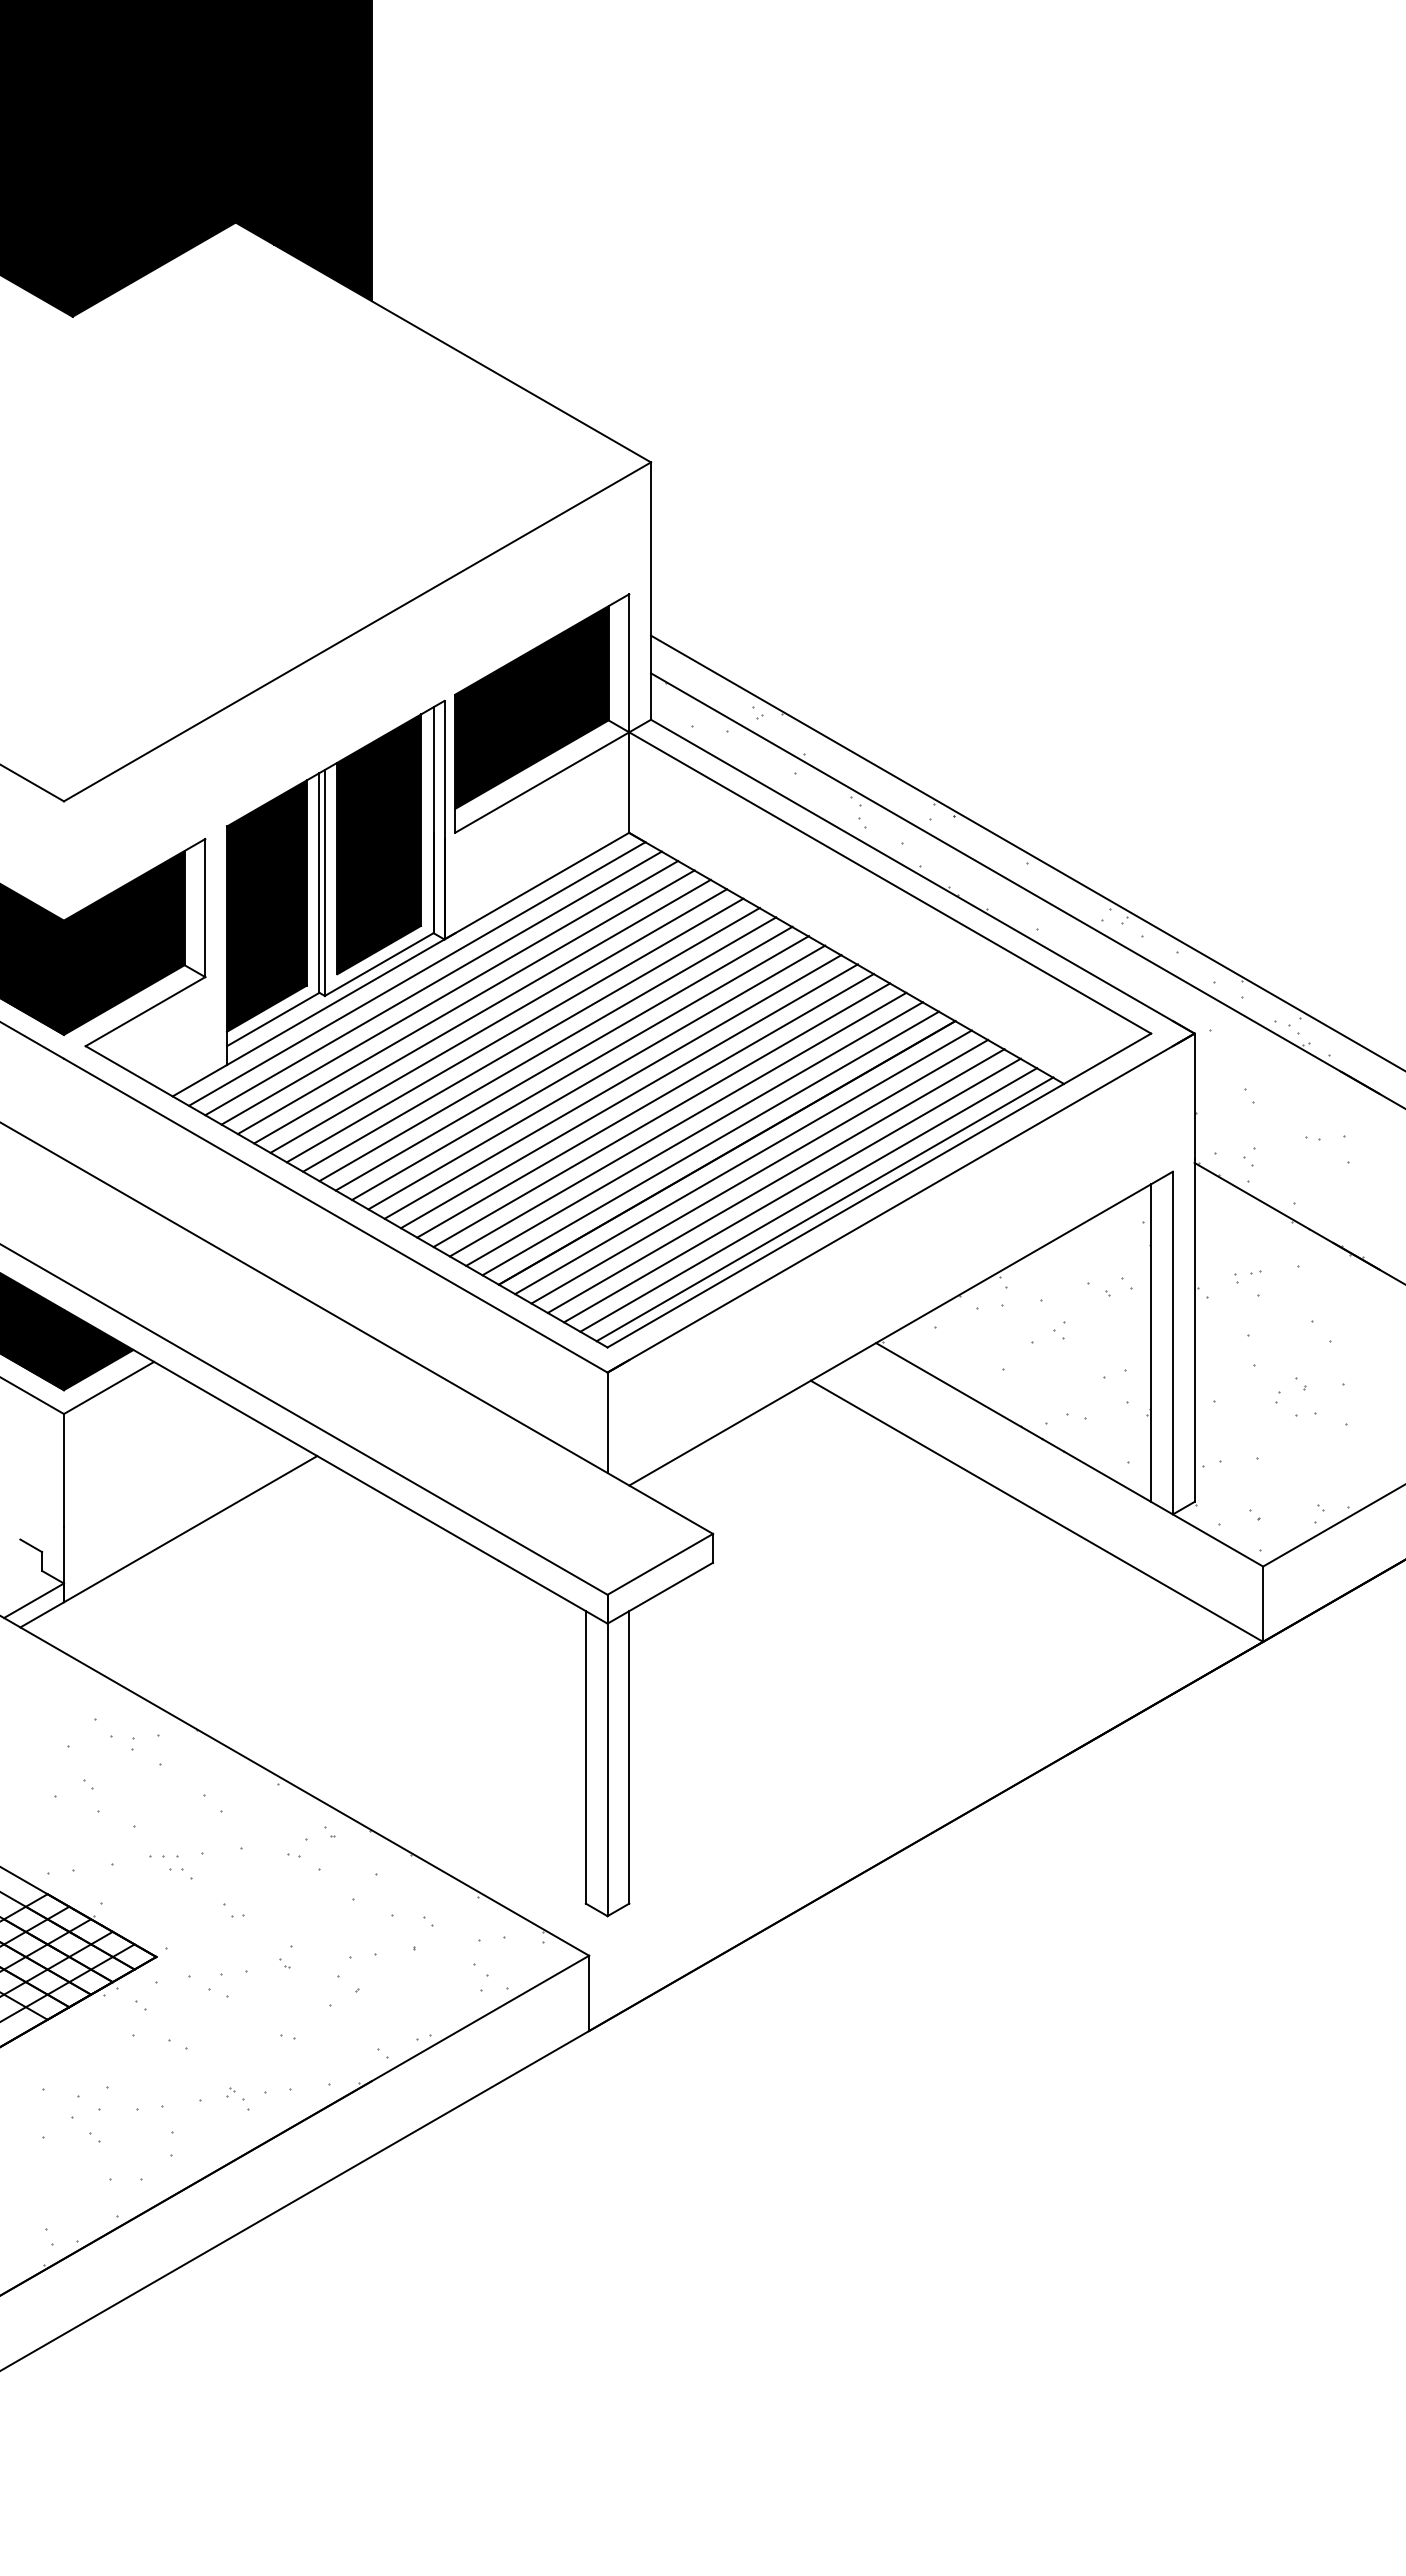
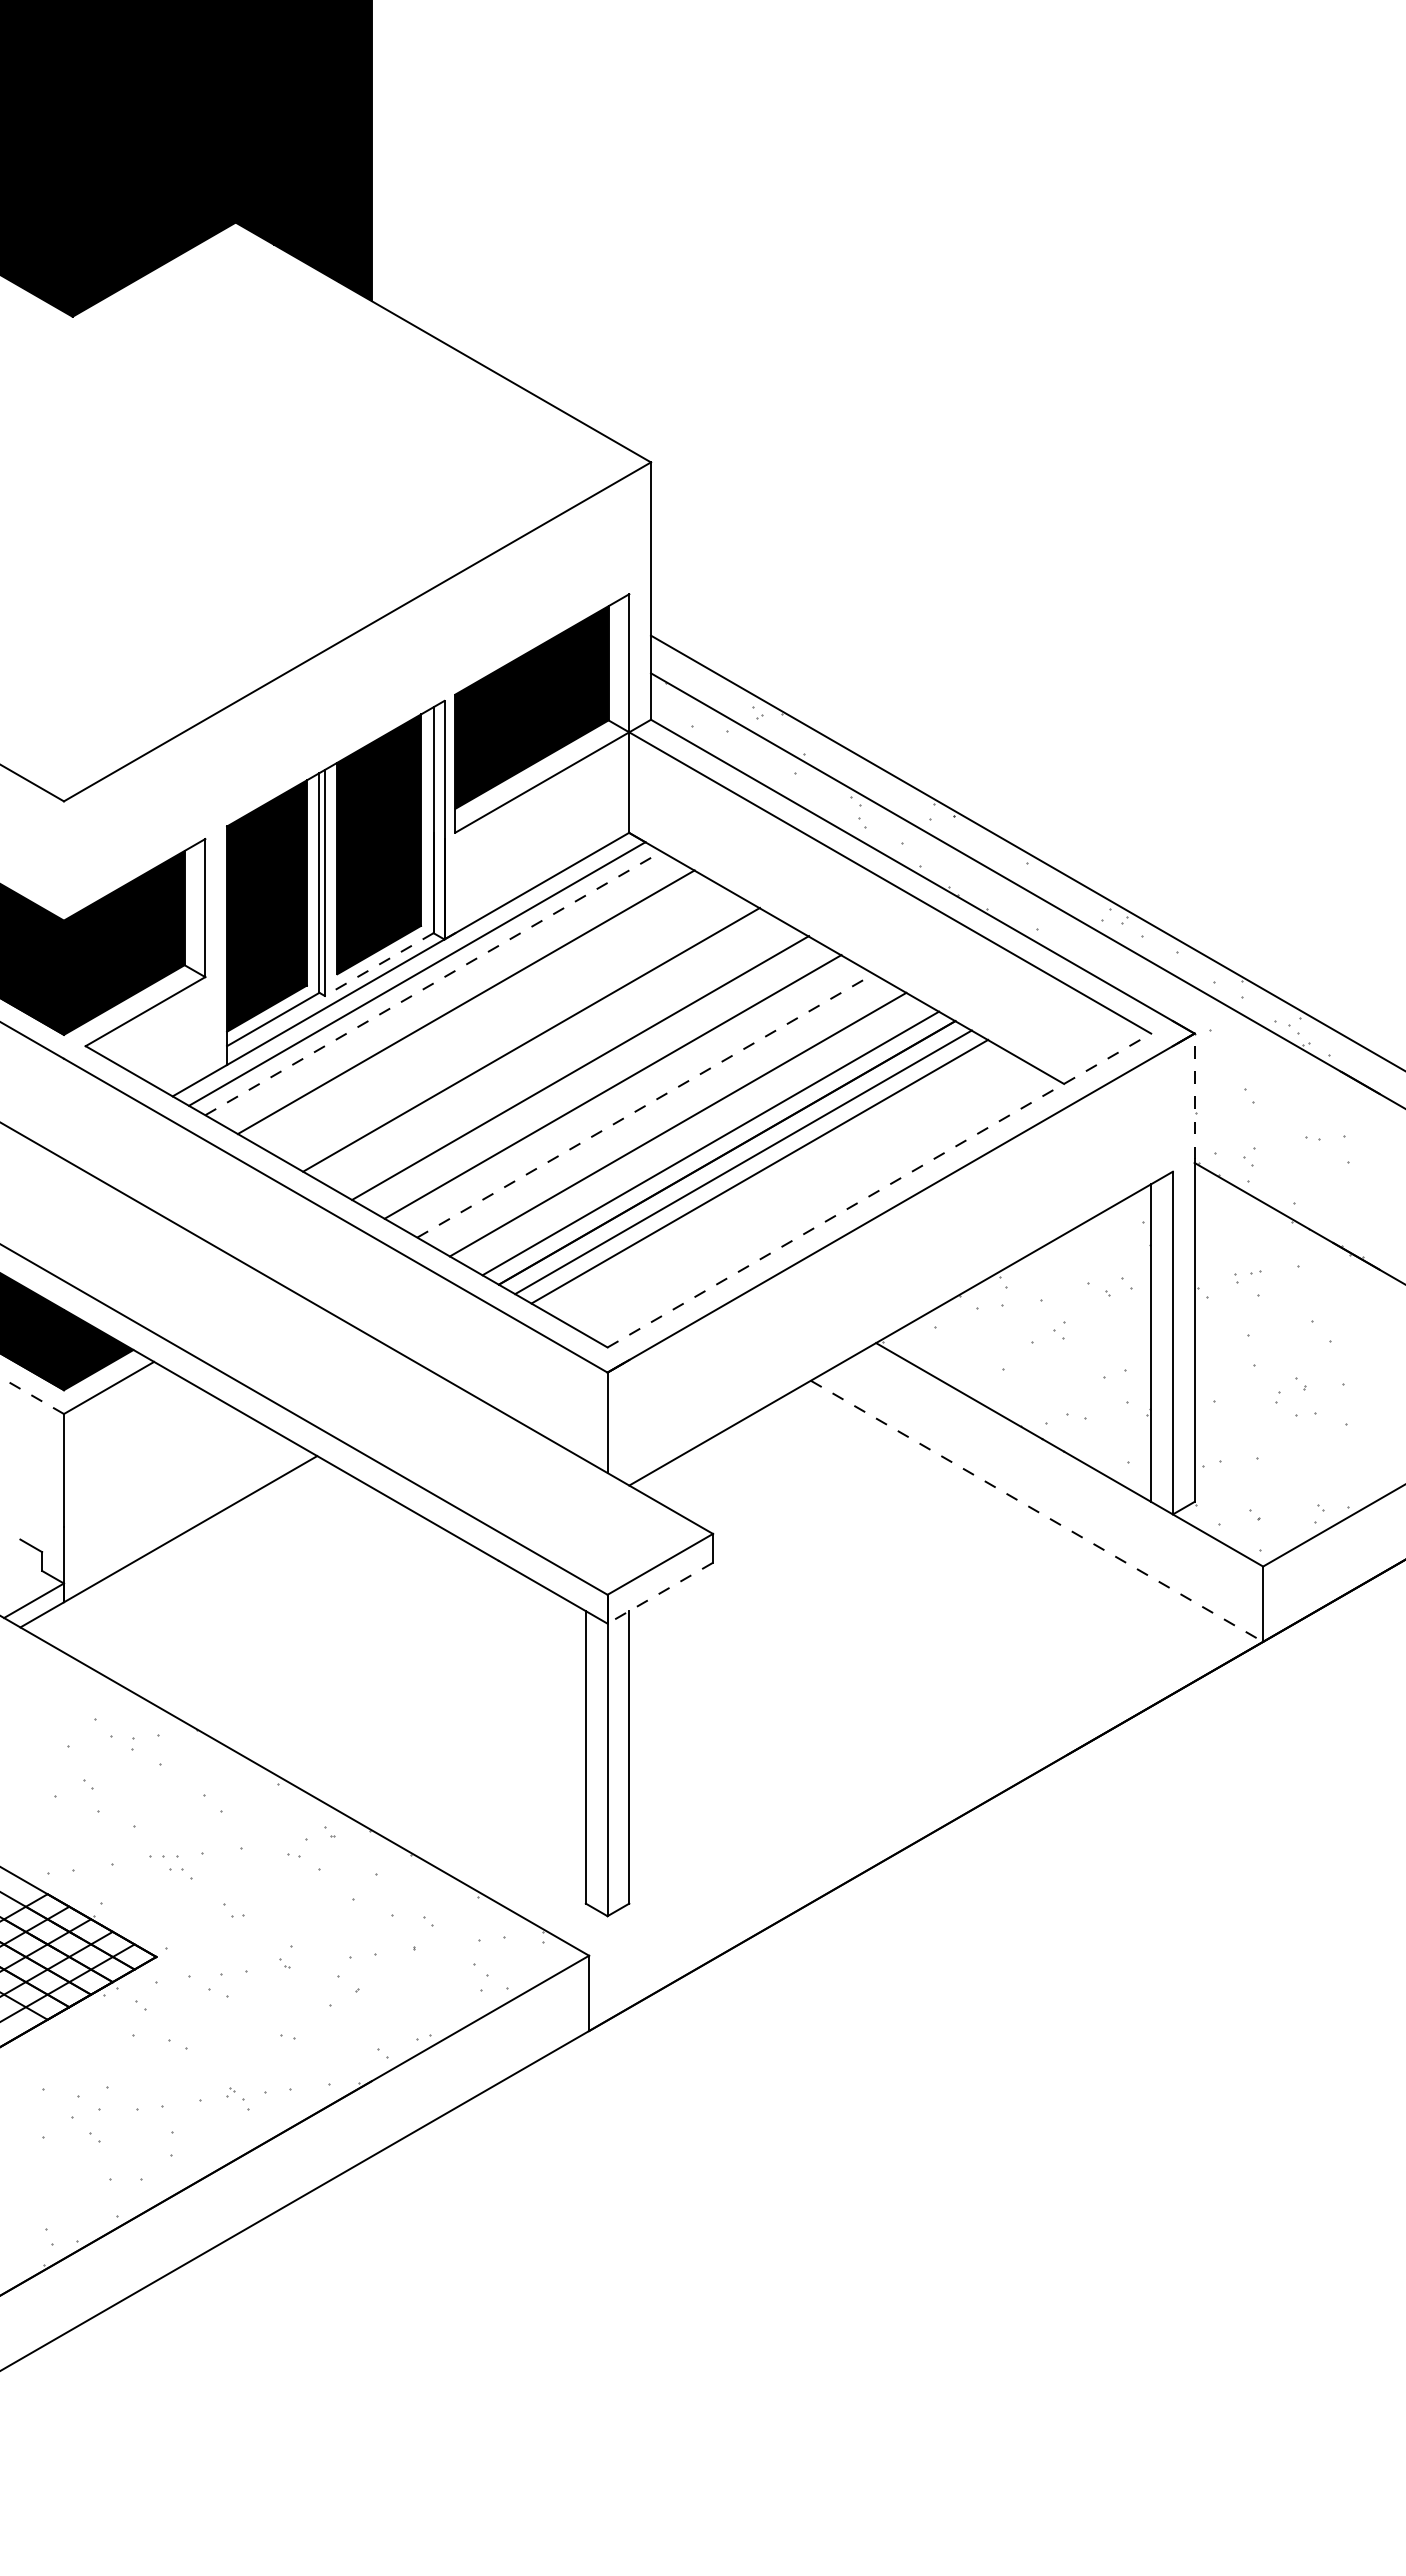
line at (379, 964): solid -> dashed
line at (433, 983): solid -> dashed
line at (449, 992): present -> none
line at (482, 1011): present -> none
line at (498, 1020): present -> none
line at (514, 1030): present -> none
line at (547, 1049): present -> none
line at (563, 1058): present -> none
line at (596, 1077): present -> none
line at (629, 1096): present -> none
line at (1194, 1096): solid -> dashed
line at (645, 1105): solid -> dashed
line at (661, 1115): present -> none
line at (694, 1133): present -> none
line at (775, 1180): present -> none
line at (792, 1190): present -> none
line at (879, 1190): solid -> dashed
line at (808, 1199): present -> none
line at (824, 1209): present -> none
line at (31, 1395): solid -> dashed
line at (1037, 1511): solid -> dashed
line at (660, 1593): solid -> dashed
